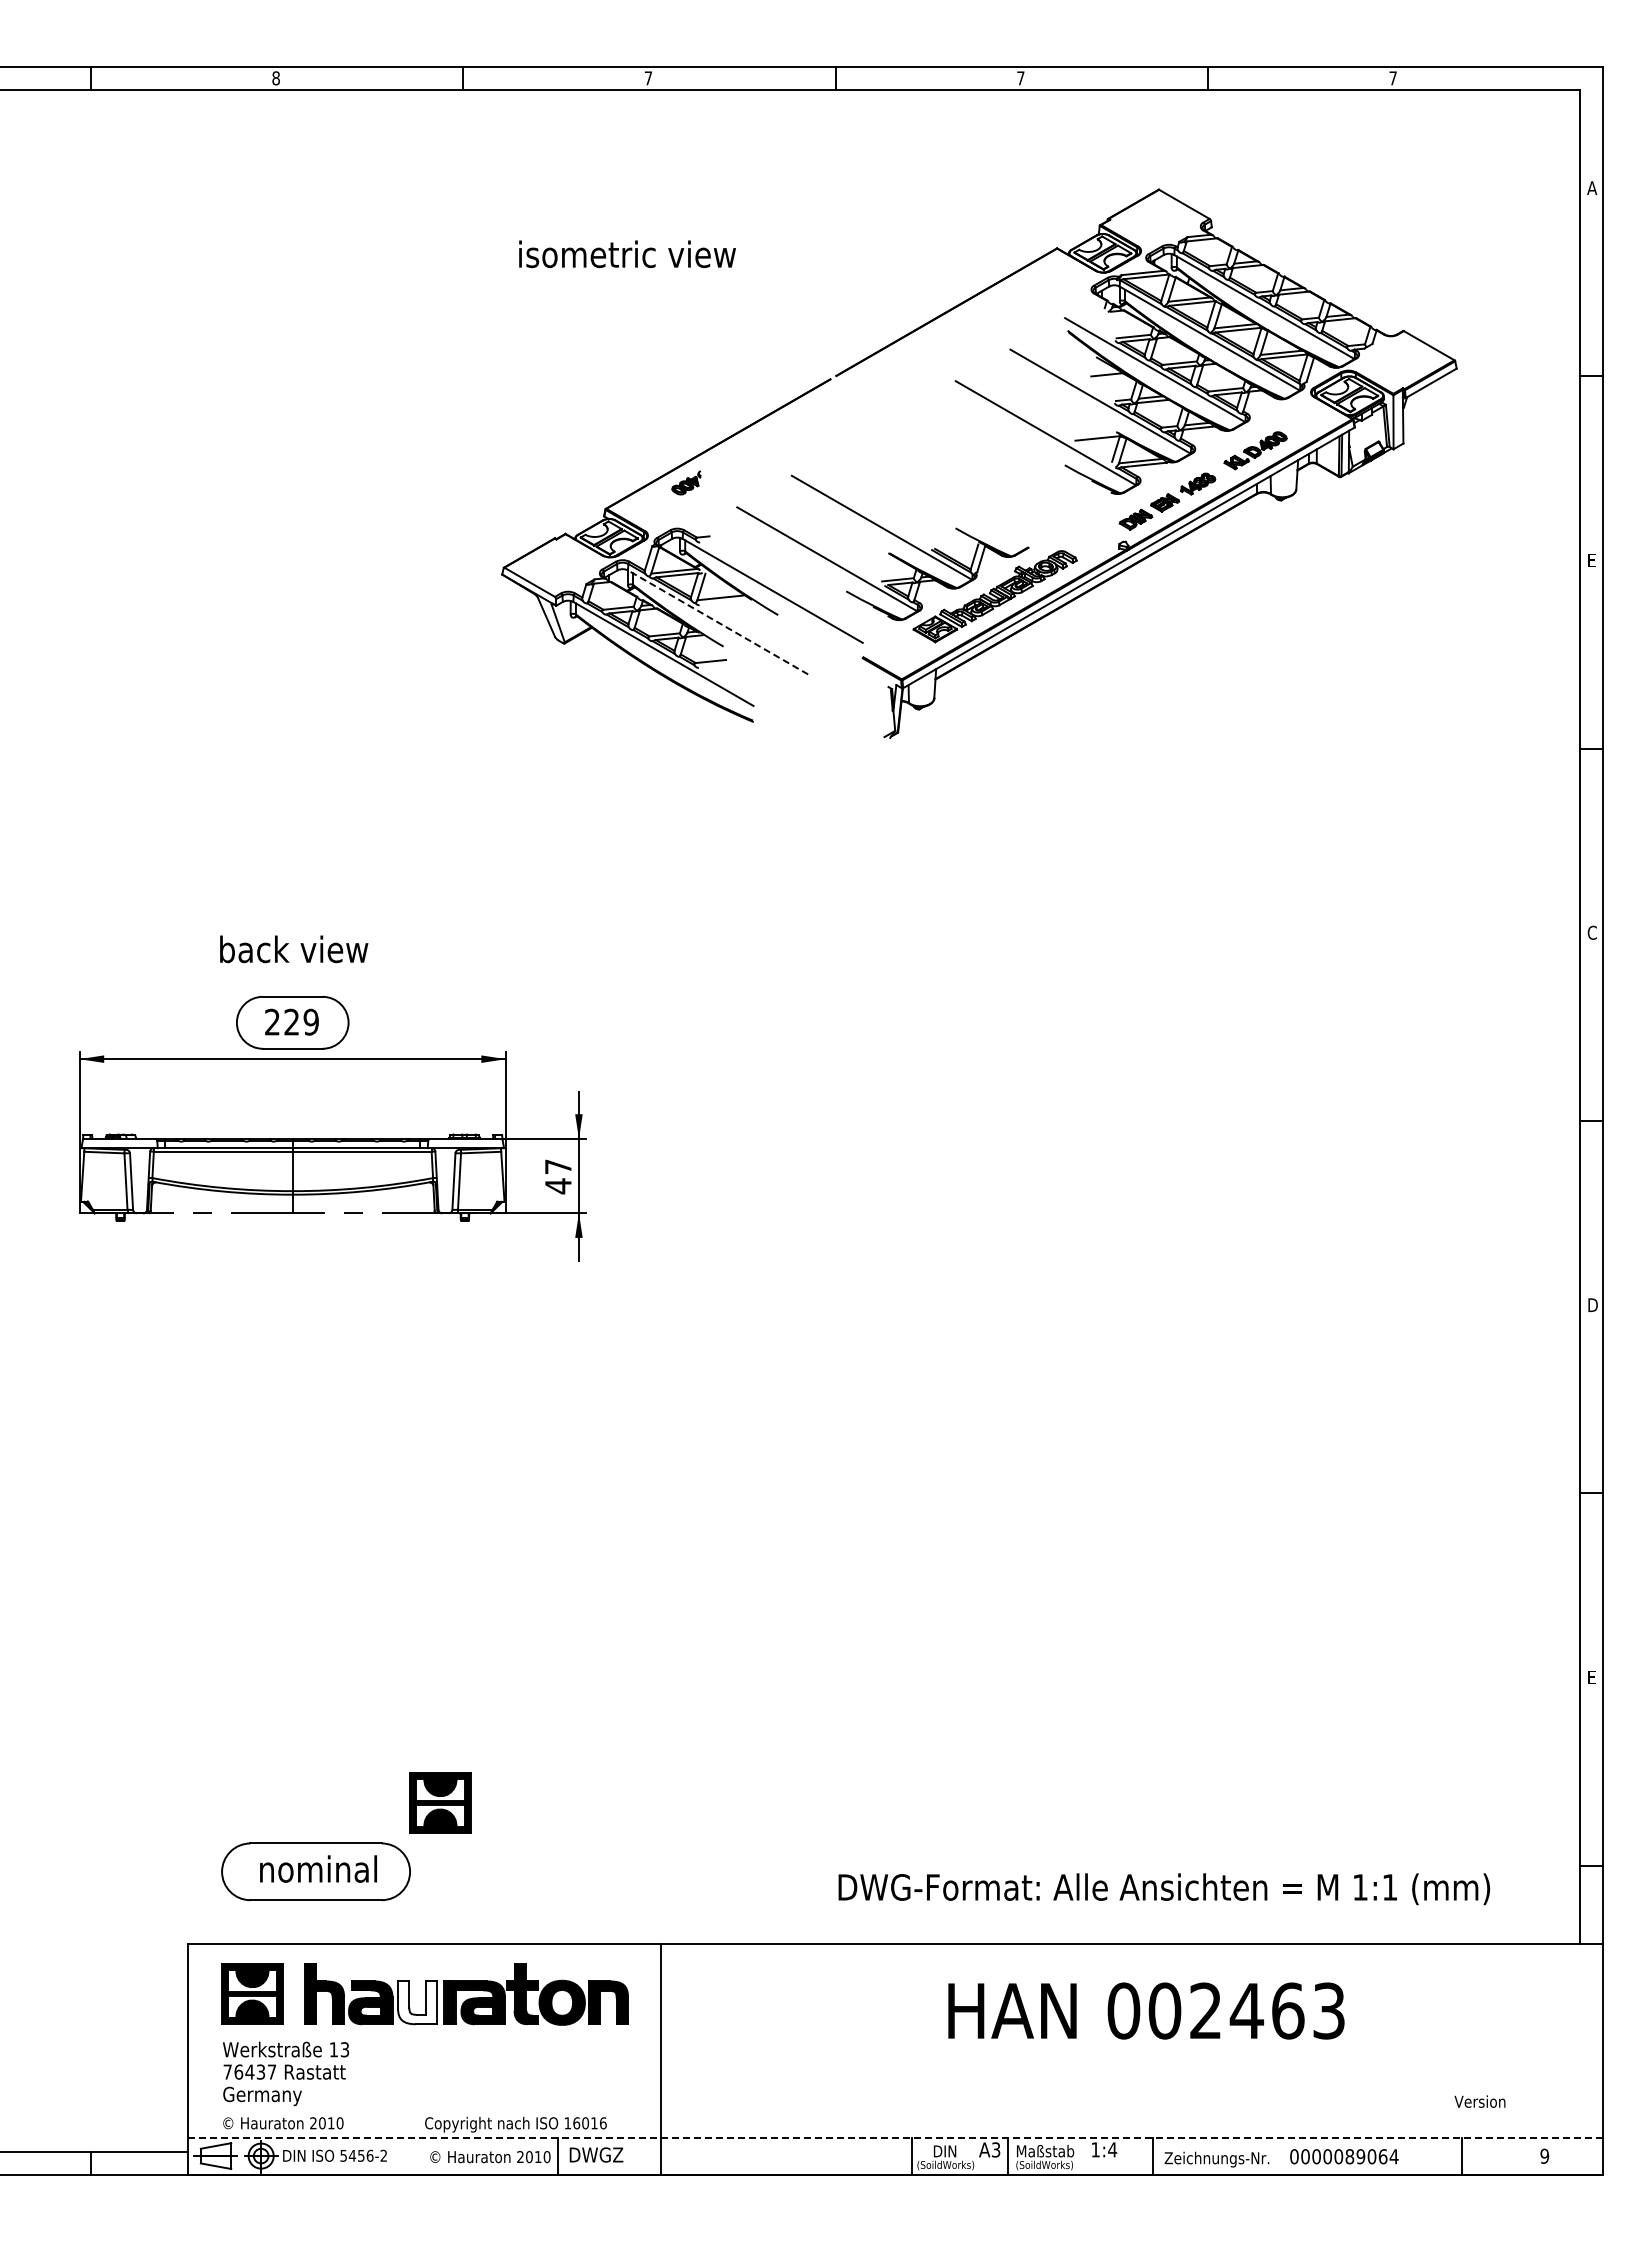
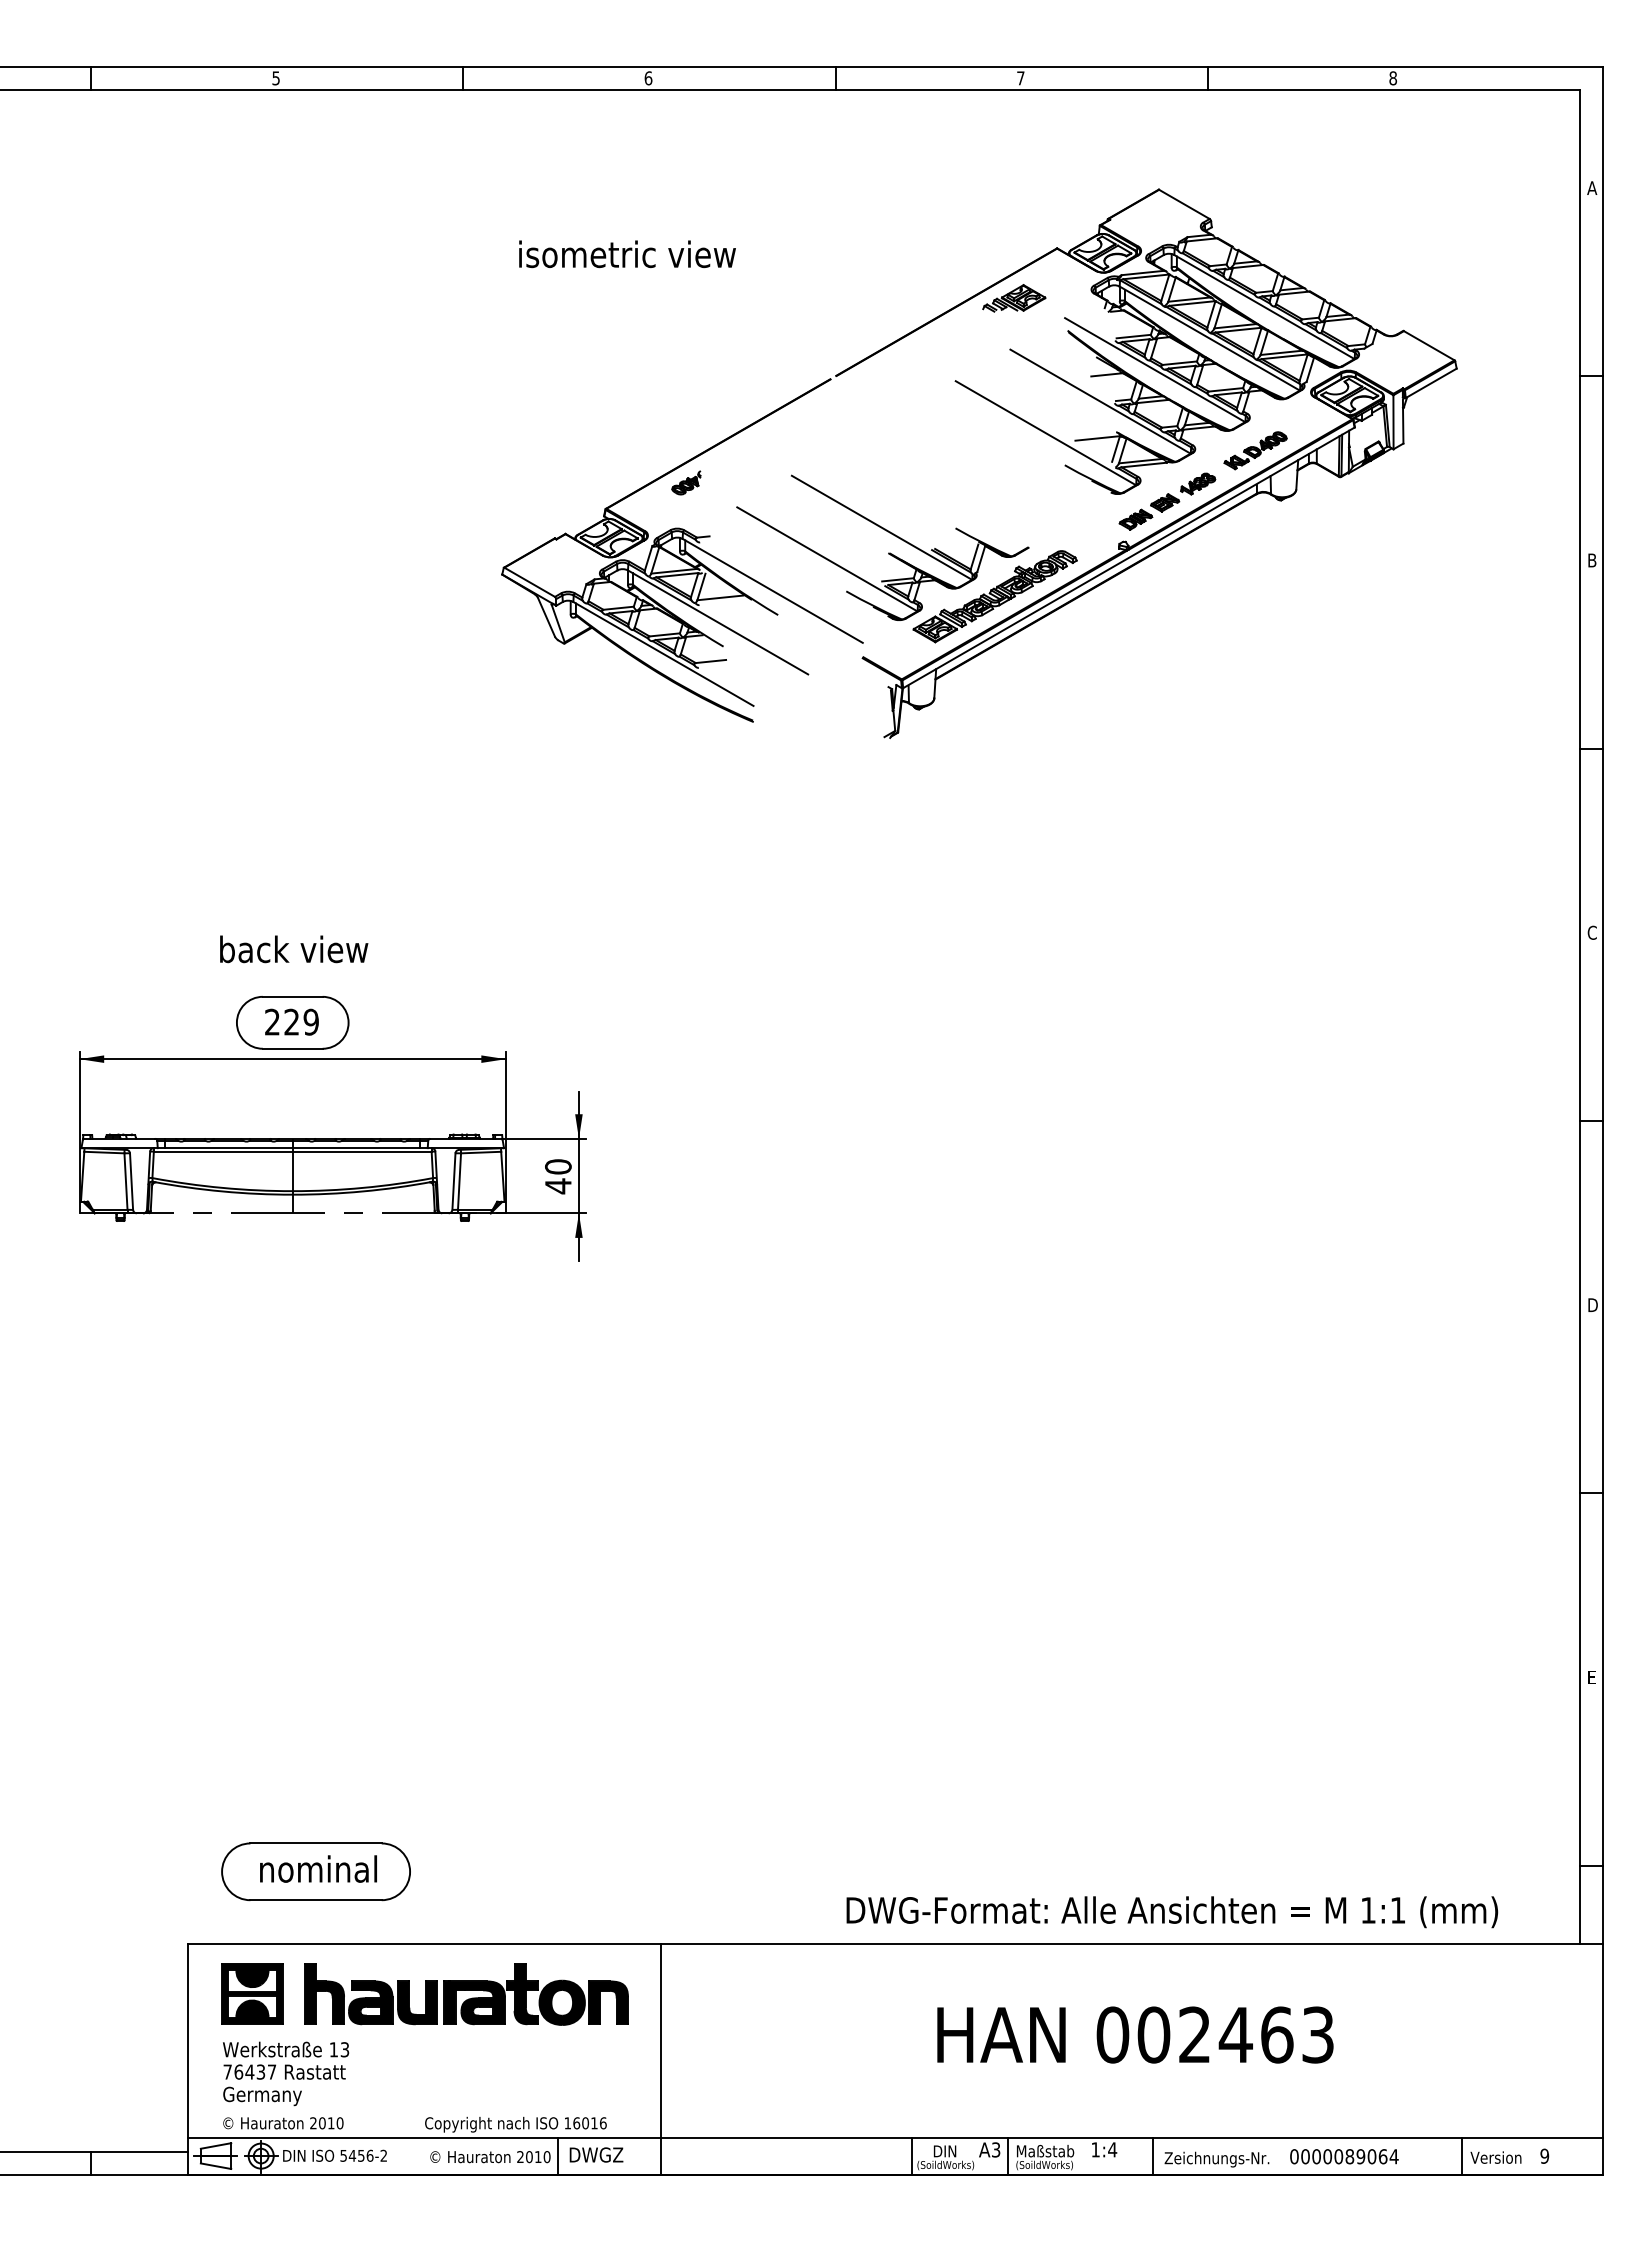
text at (275, 78): 8 -> 5
text at (648, 78): 7 -> 6
text at (1393, 78): 7 -> 8
part at (1014, 298): none -> present
text at (1592, 560): E -> B
line at (717, 622): dashed -> solid
text at (558, 1166): 47 -> 40
part at (440, 1802): present -> none
text at (1164, 1889) position: (1164, 1889) -> (1172, 1912)
fill at (417, 2002): none -> present
text at (1146, 2010) position: (1146, 2010) -> (1135, 2034)
text at (1479, 2101) position: (1479, 2101) -> (1495, 2157)
line at (895, 2137): dashed -> solid
